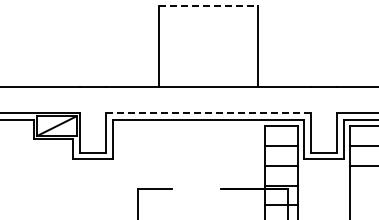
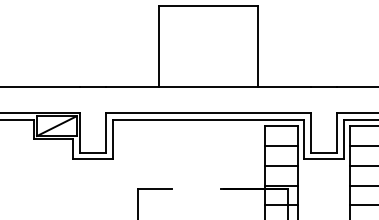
line at (208, 6): dashed -> solid
line at (209, 113): dashed -> solid
line at (362, 185): none -> present
line at (362, 205): none -> present
